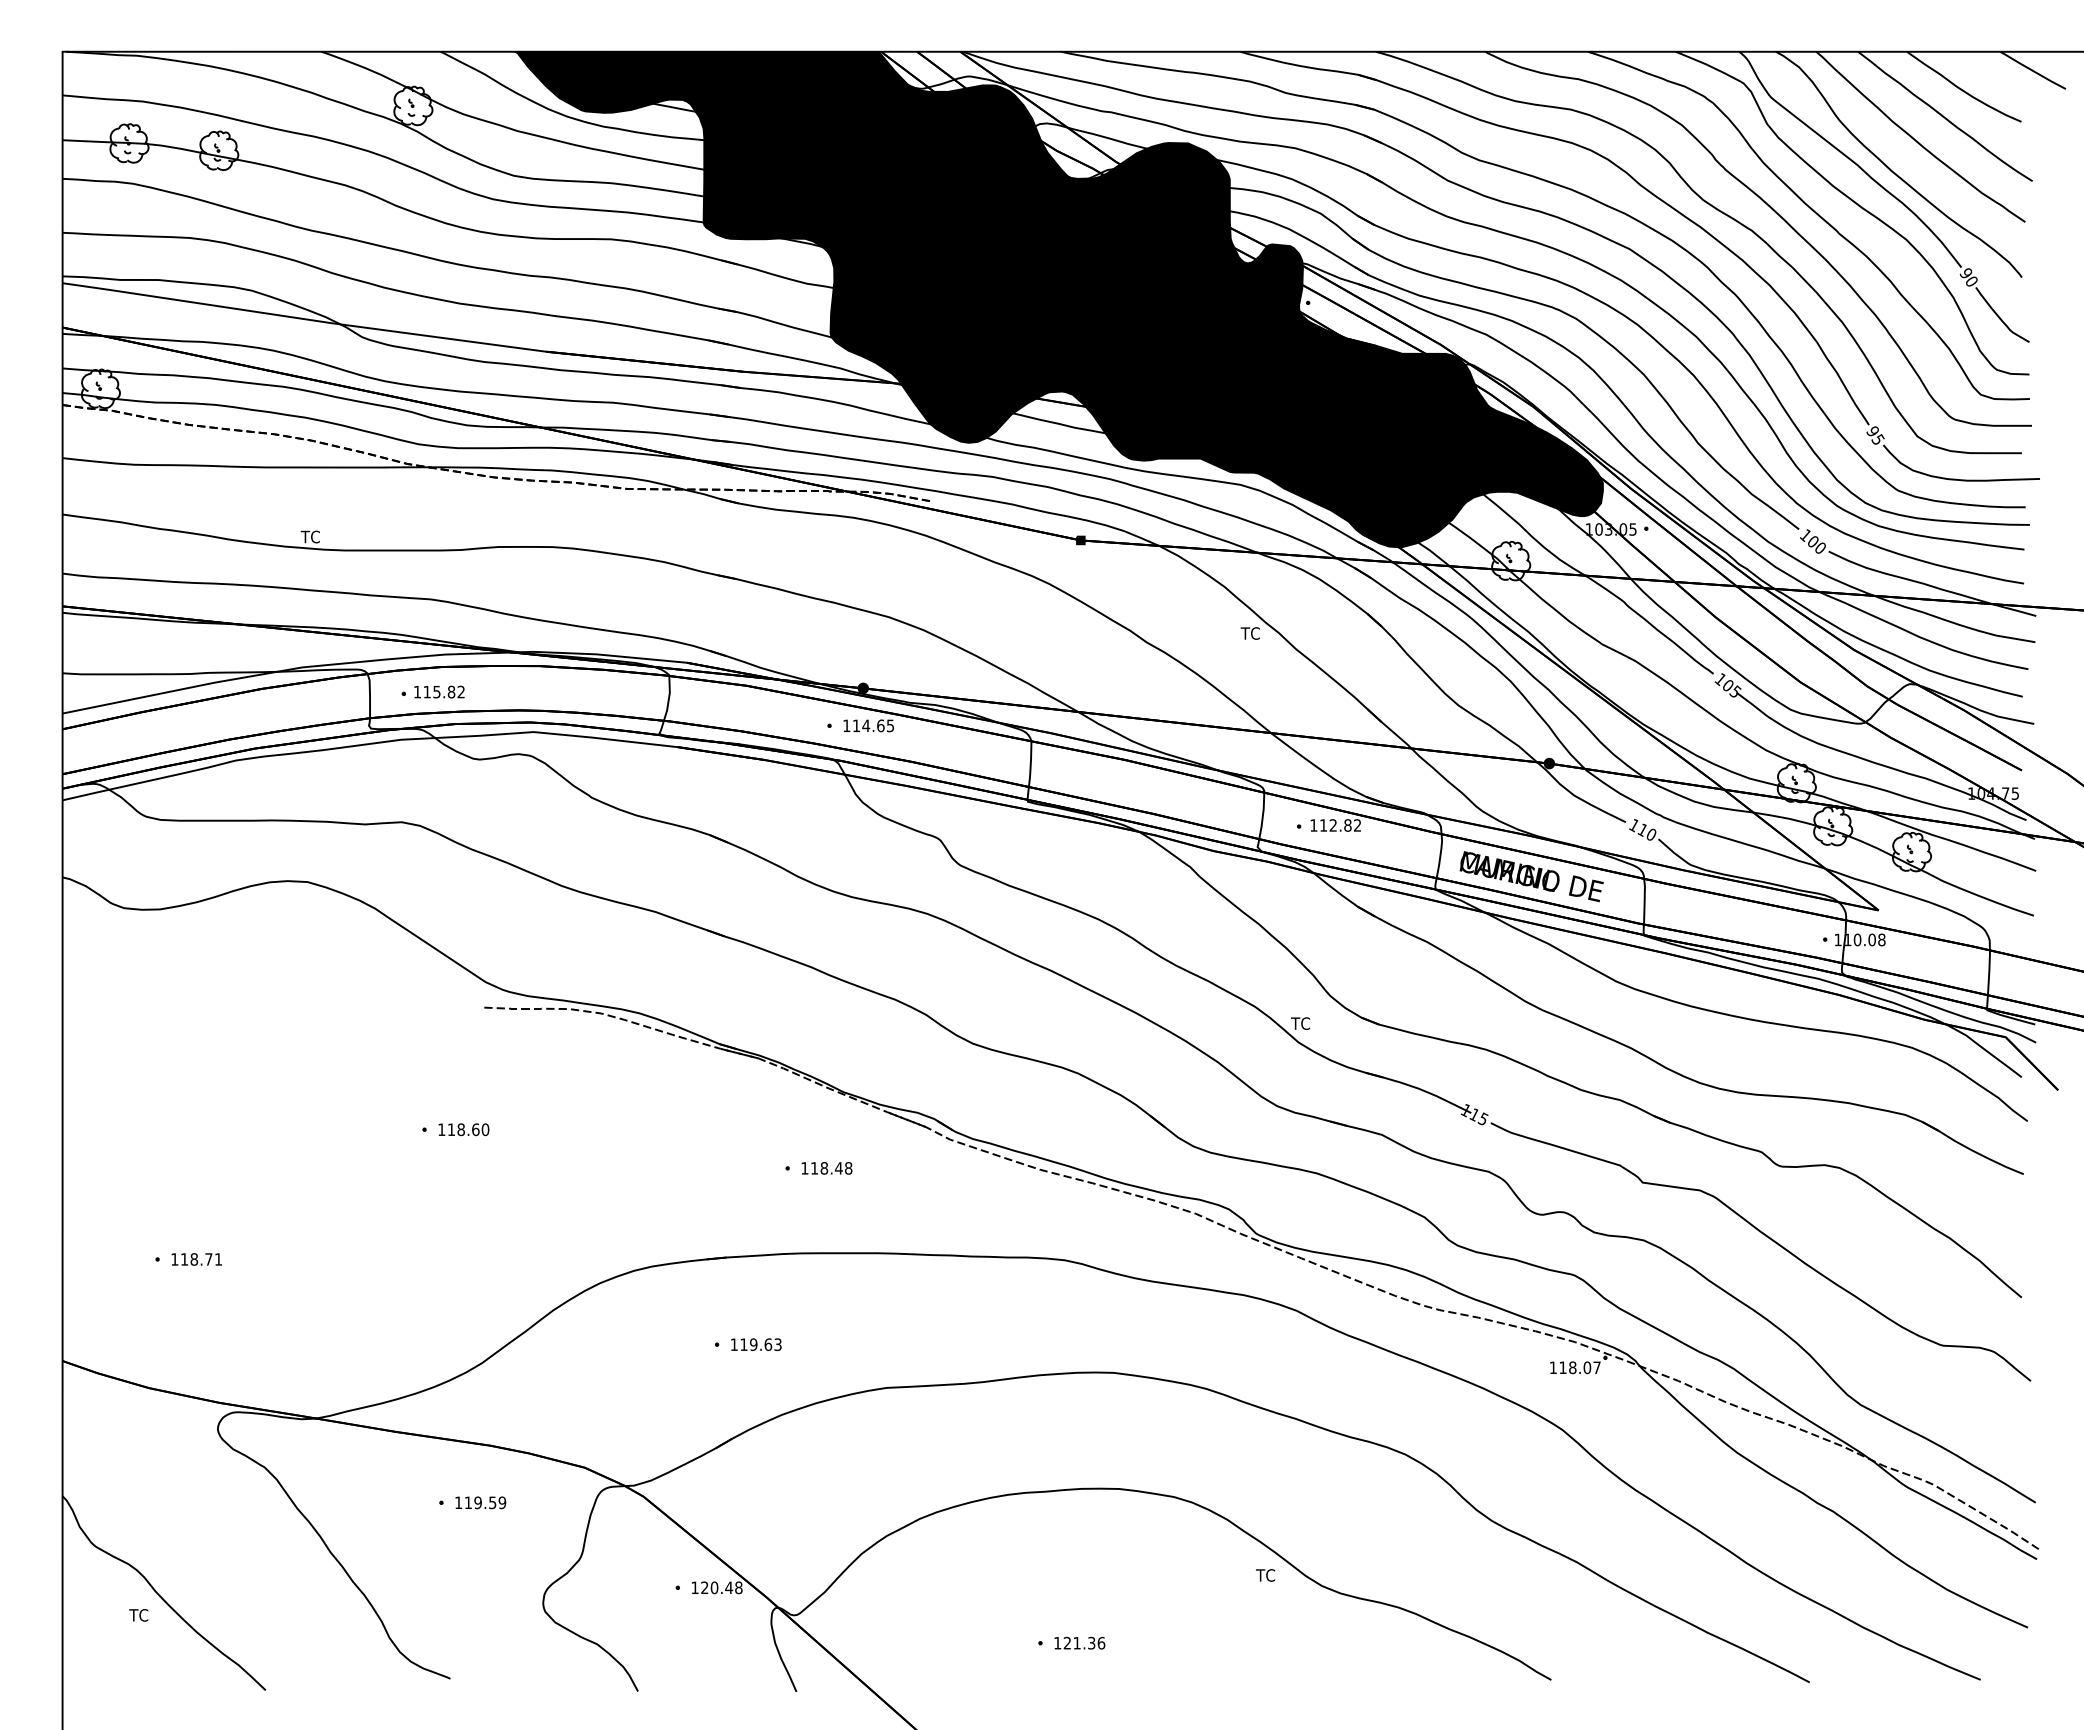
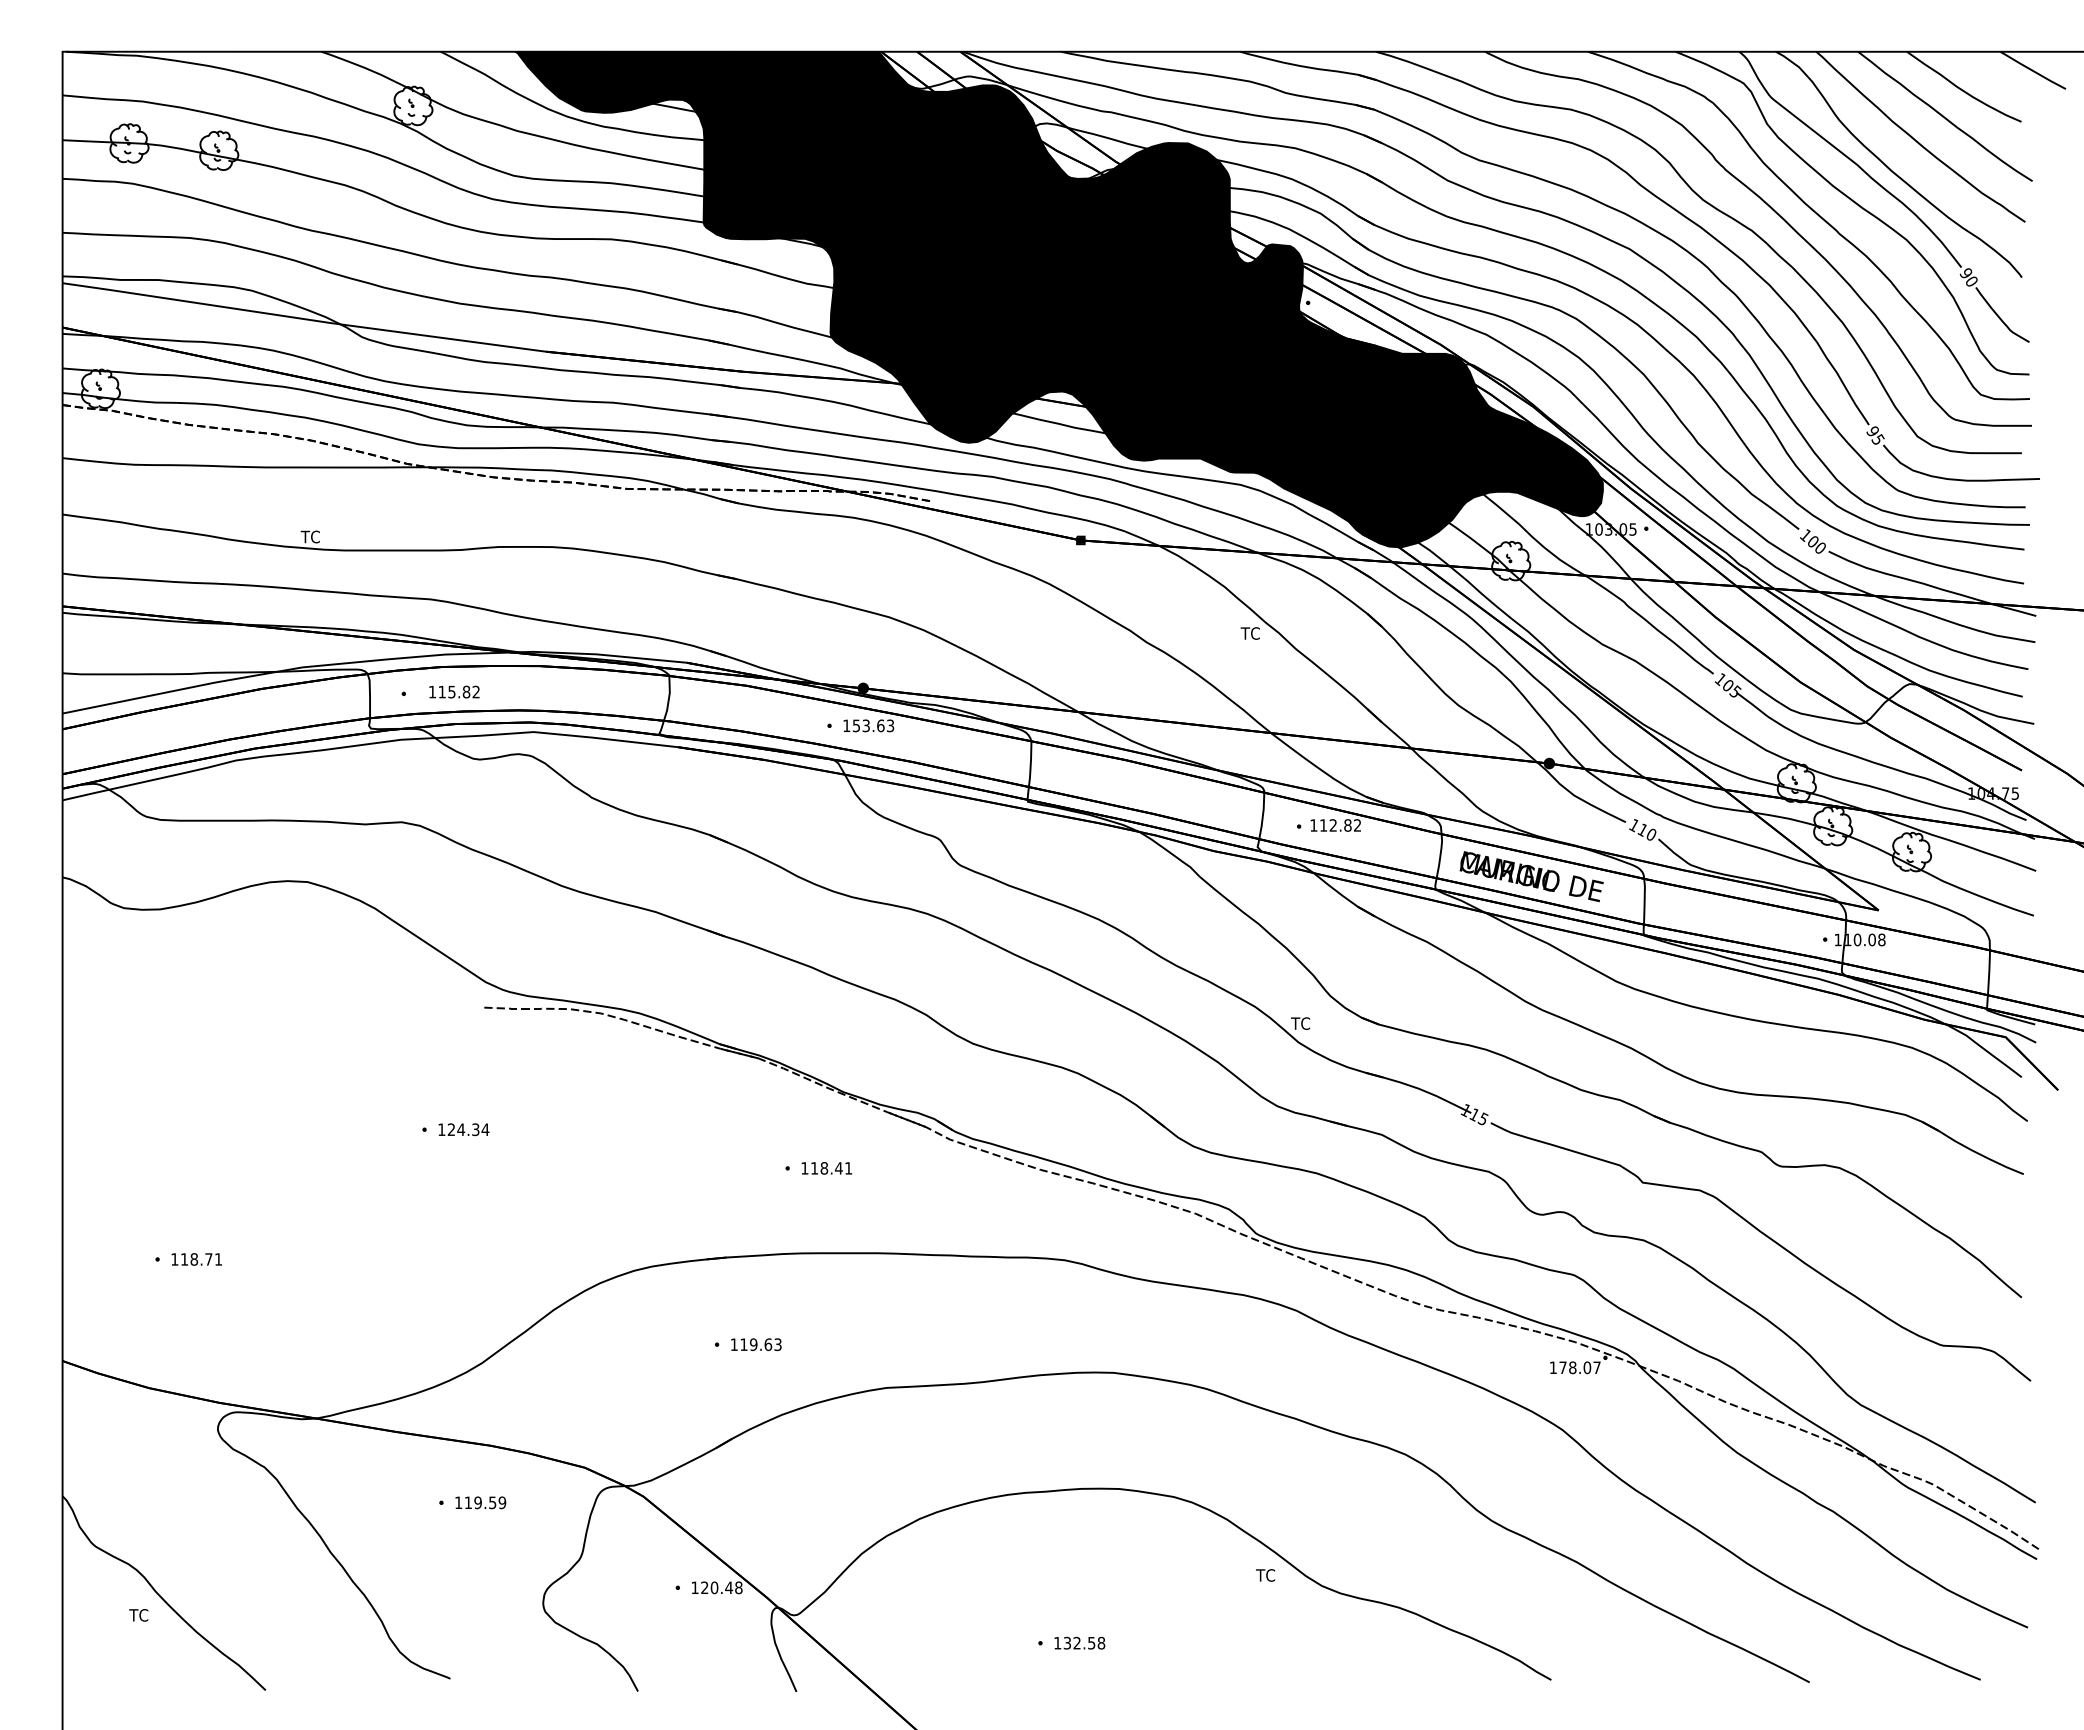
text at (439, 691) position: (439, 691) -> (454, 691)
text at (873, 725): 114.65 -> 153.63
text at (468, 1129): 118.60 -> 124.34
text at (848, 1168): 118.48 -> 118.41
text at (1562, 1367): 118.07 -> 178.07
text at (1084, 1642): 121.36 -> 132.58
